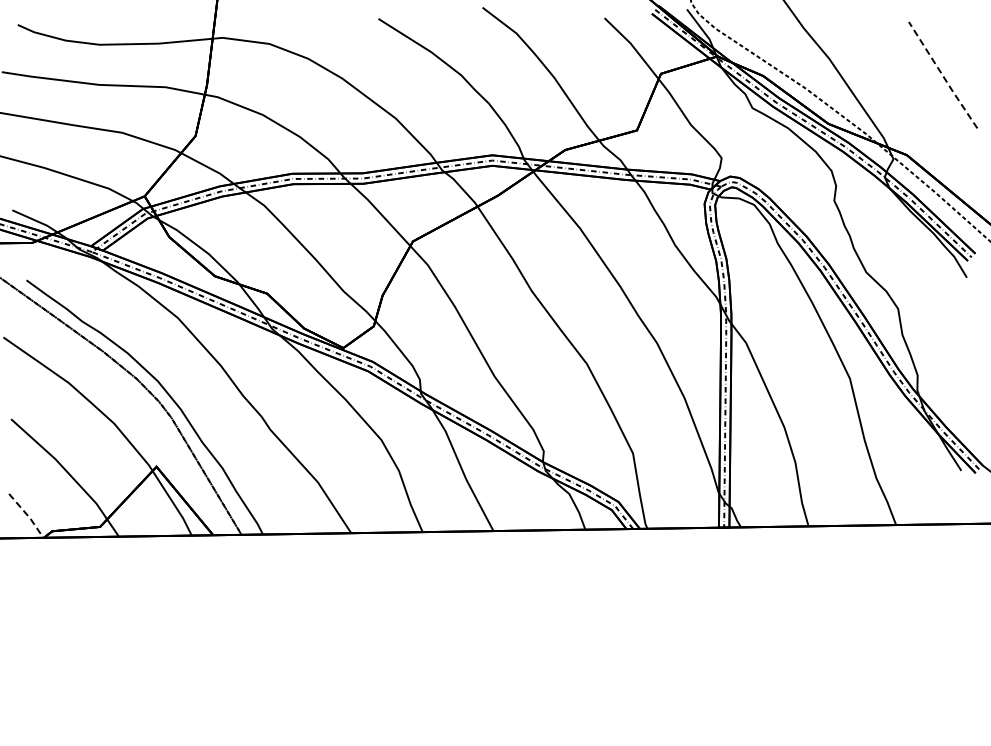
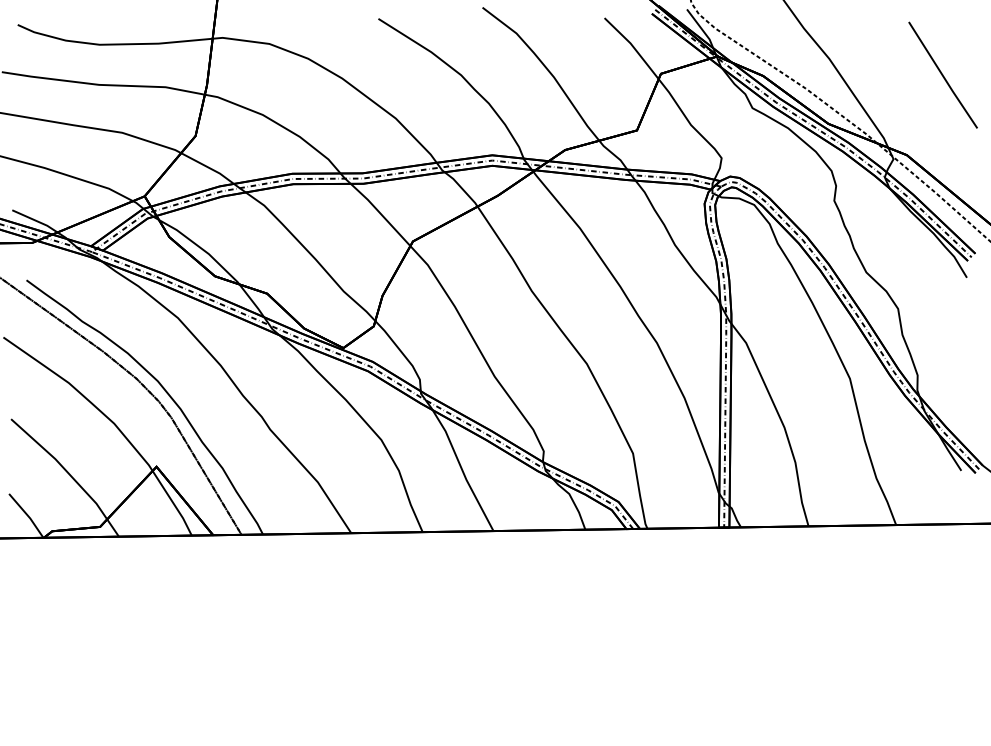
line at (942, 75): dashed -> solid
line at (27, 515): dashed -> solid
